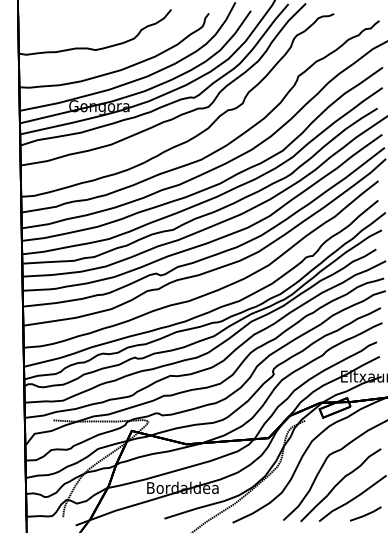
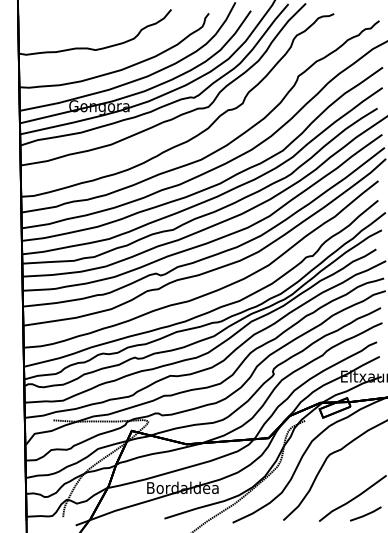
curve at (339, 483): present -> none
